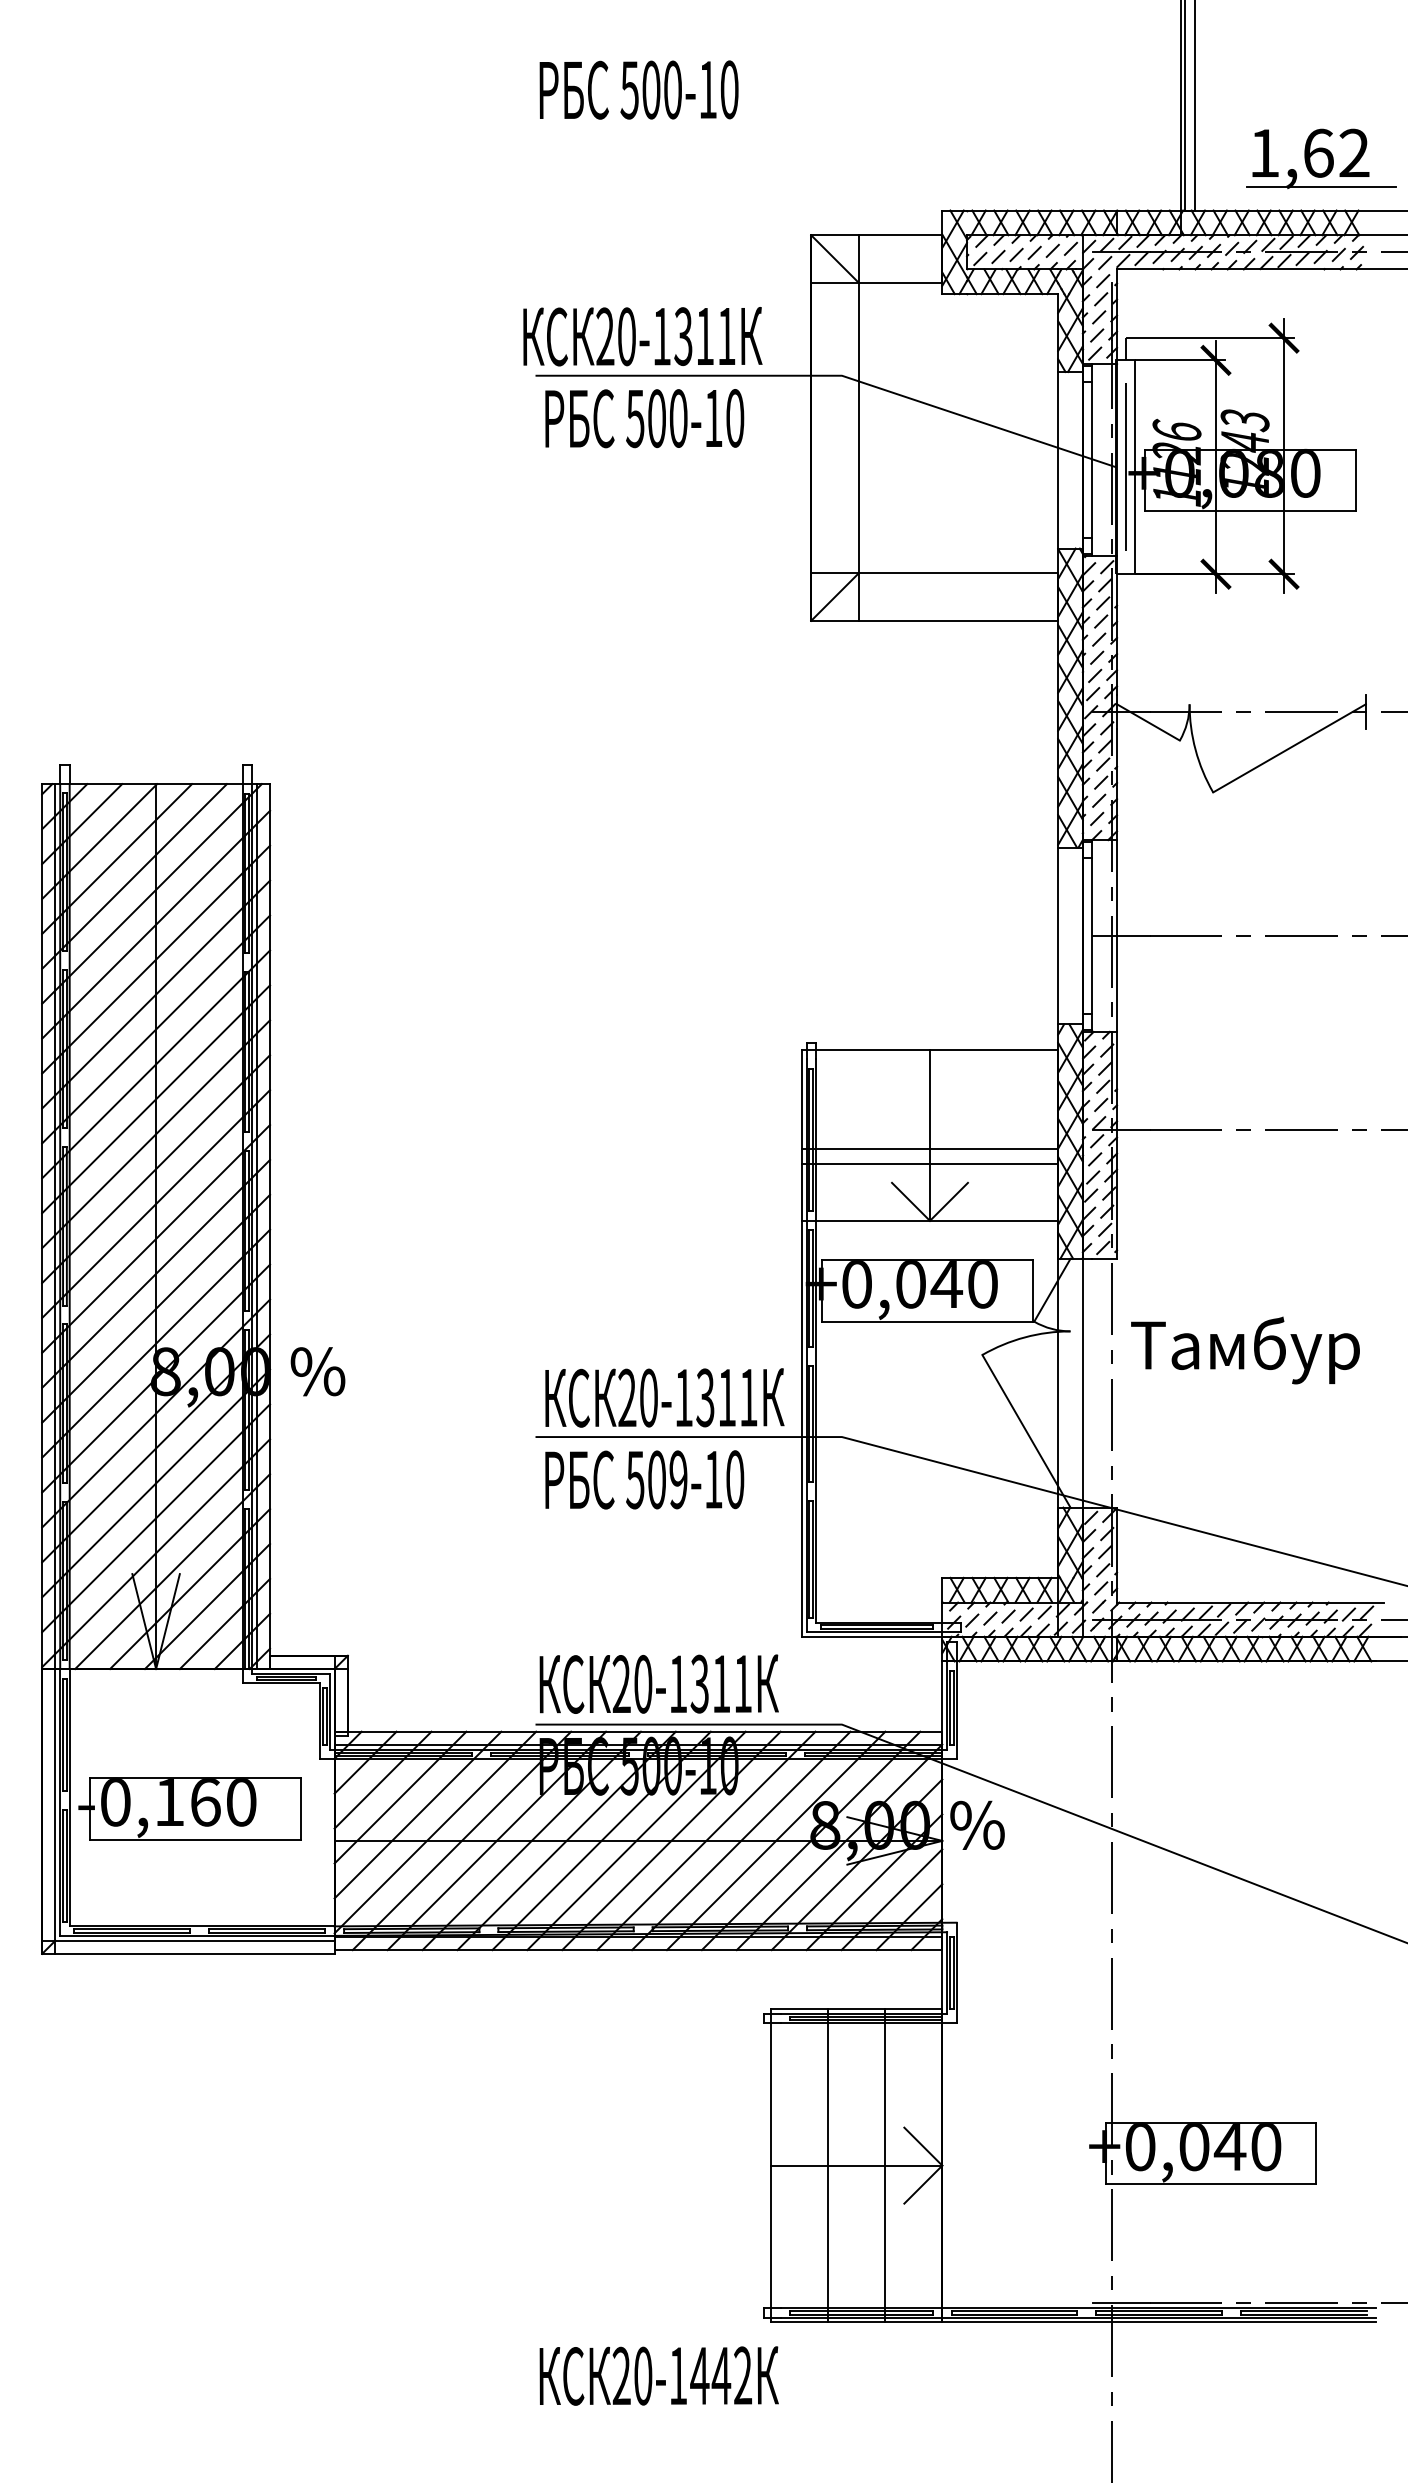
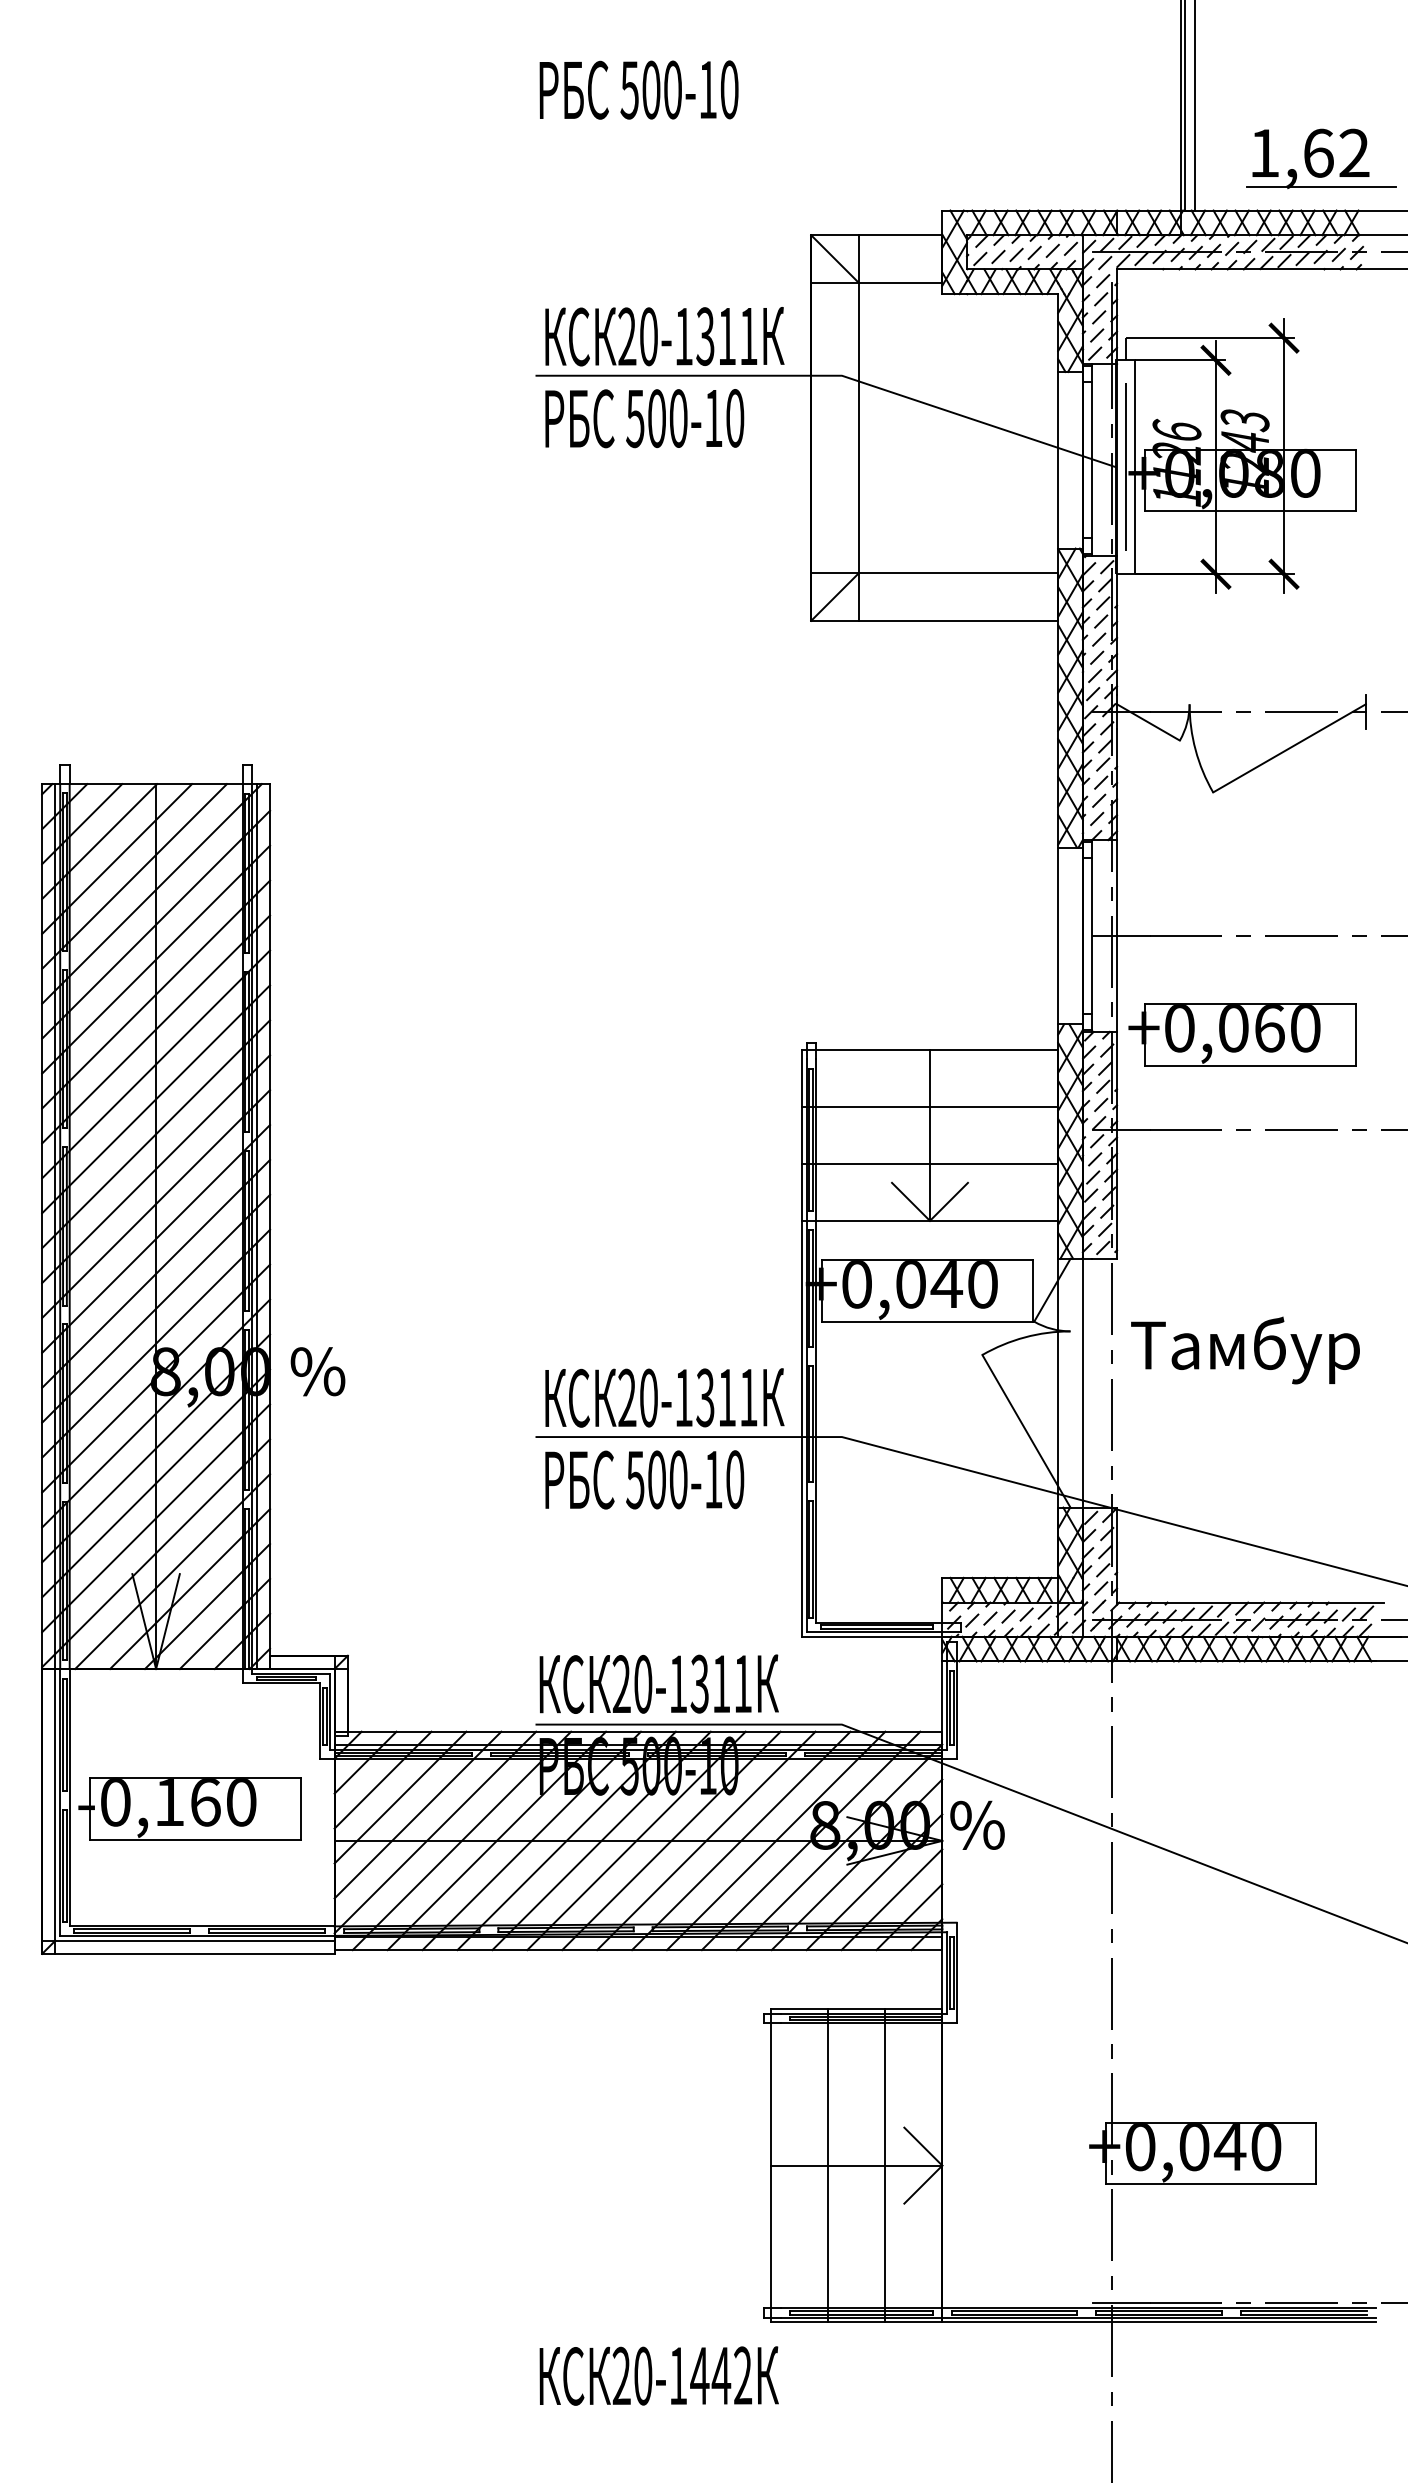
text at (642, 336) position: (642, 336) -> (664, 336)
part at (1242, 1034): none -> present
line at (929, 1148) position: (929, 1148) -> (929, 1106)
text at (678, 1479): 509-10 -> 500-10
